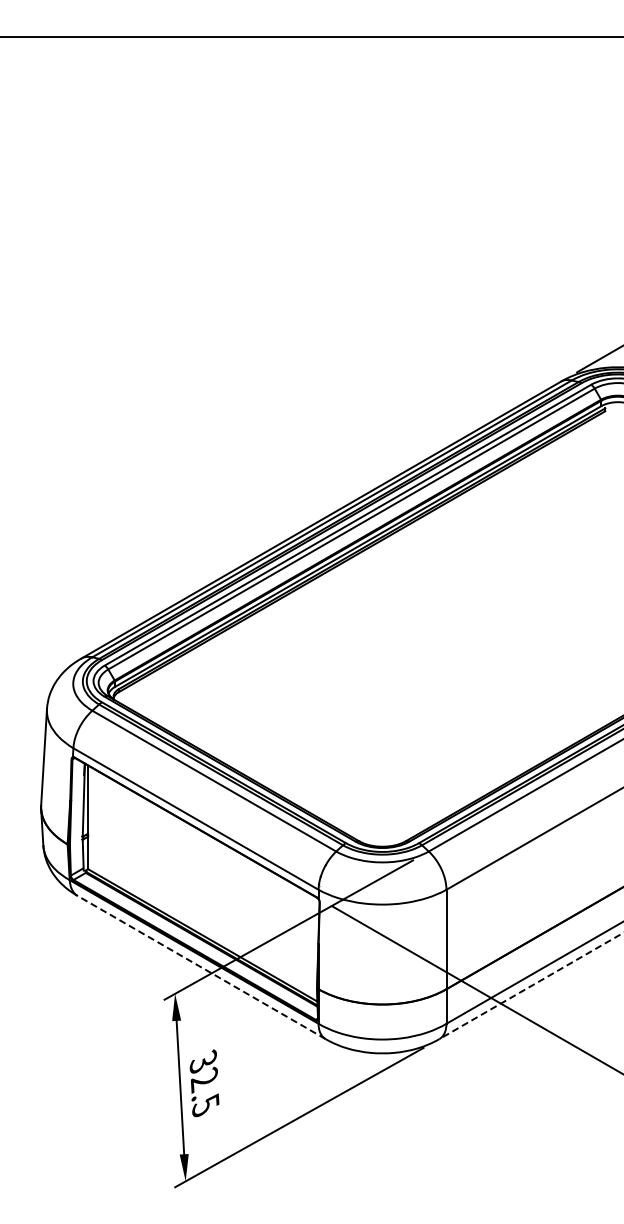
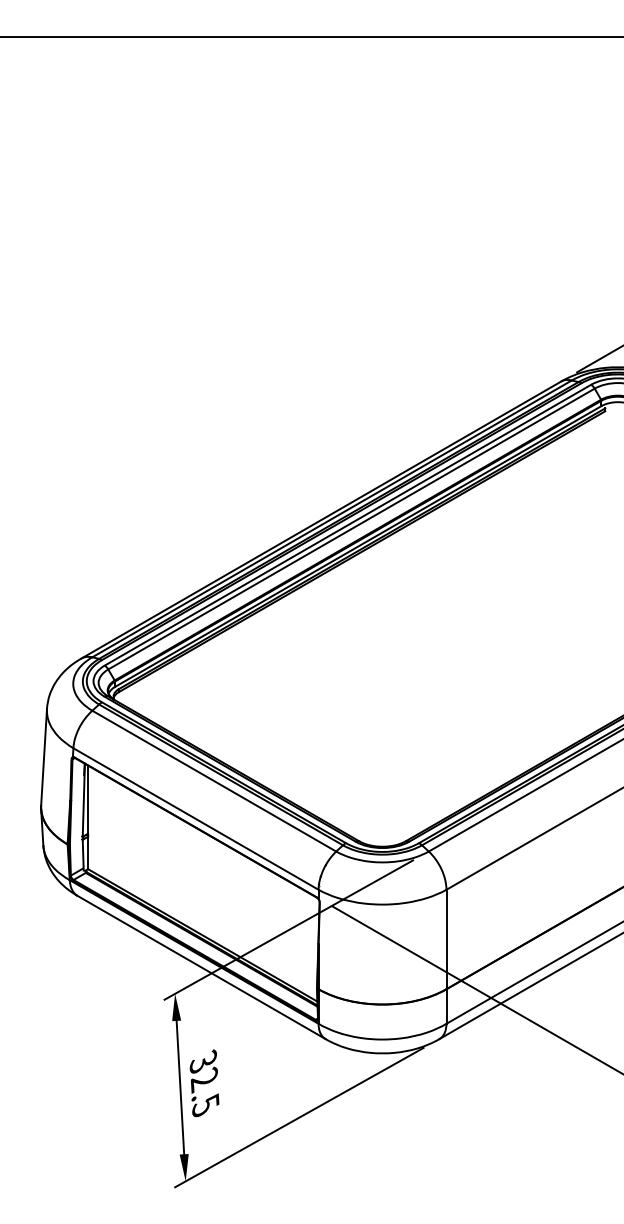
line at (201, 967): dashed -> solid
line at (531, 986): dashed -> solid
